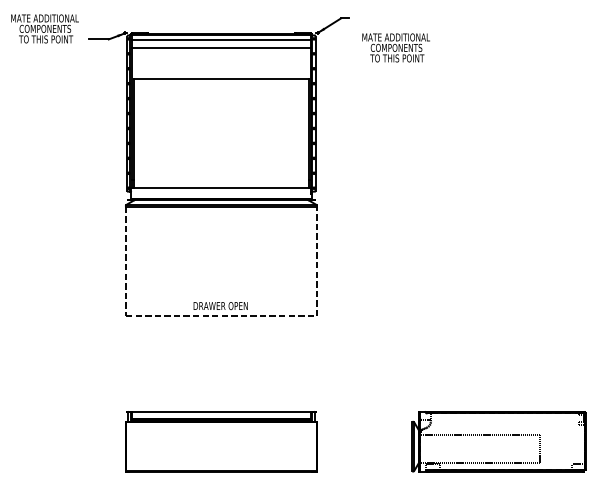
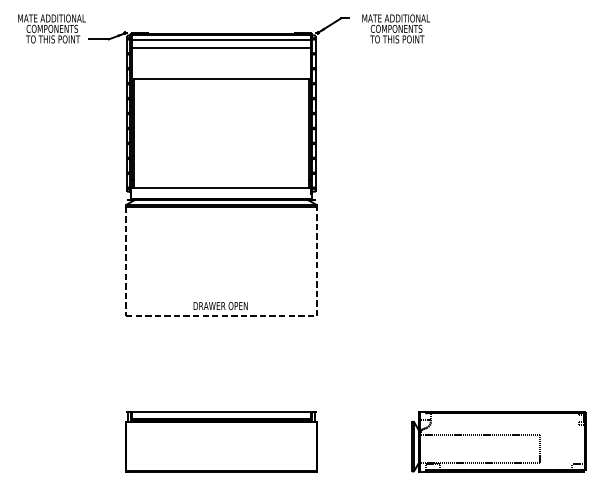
text at (44, 28) position: (44, 28) -> (51, 28)
text at (395, 47) position: (395, 47) -> (395, 28)
